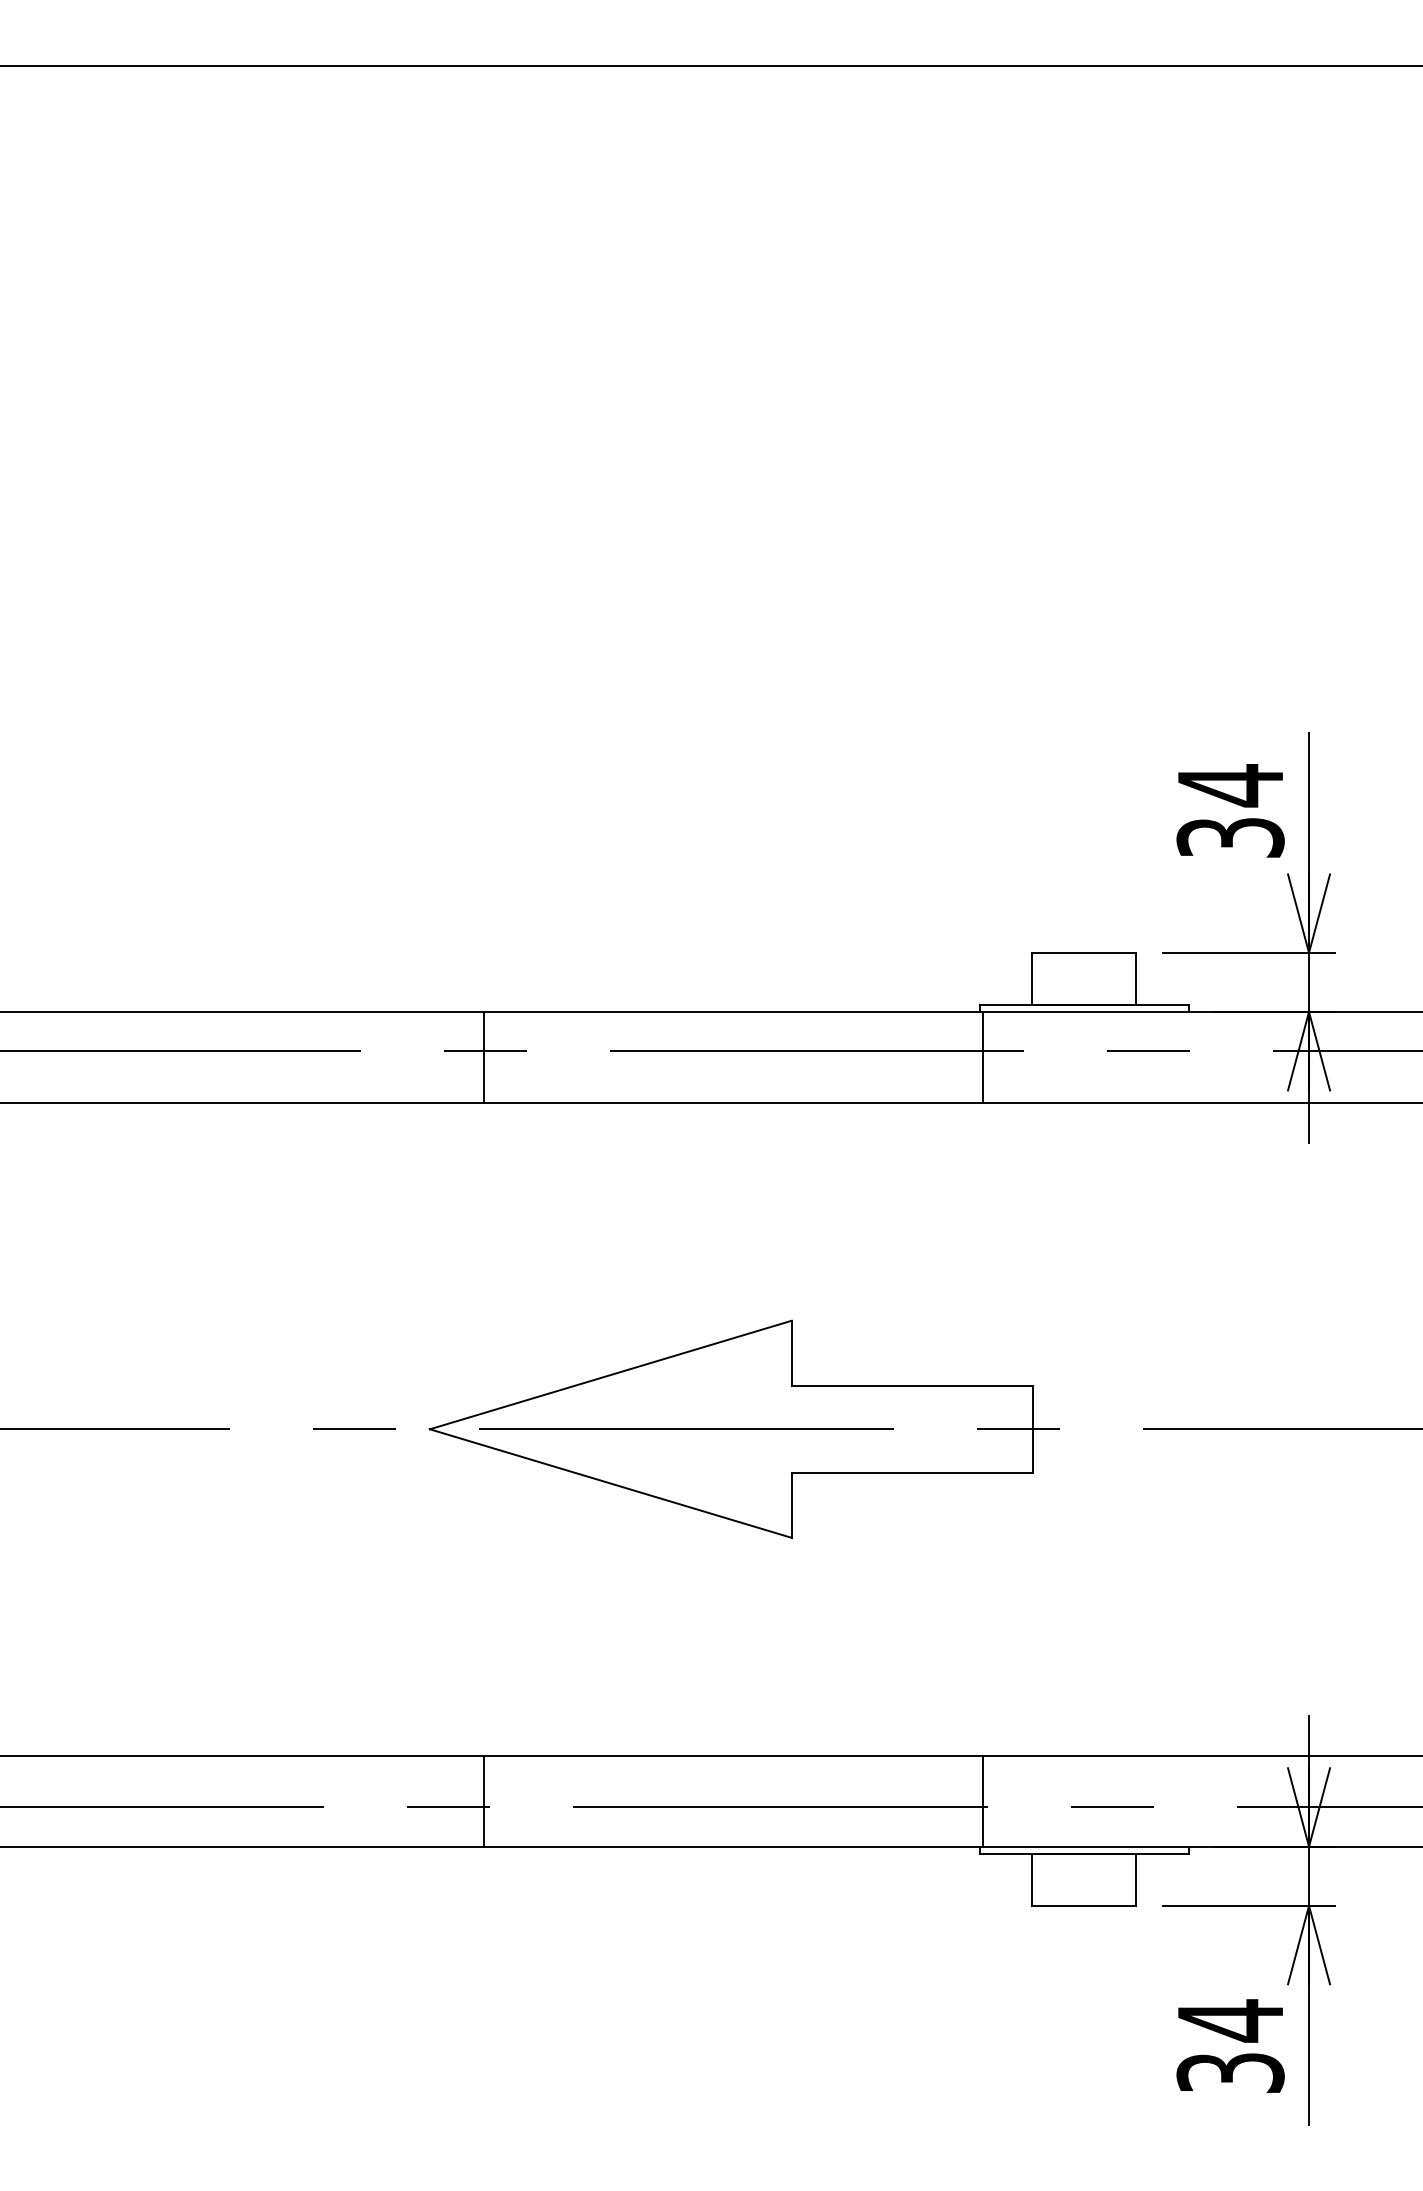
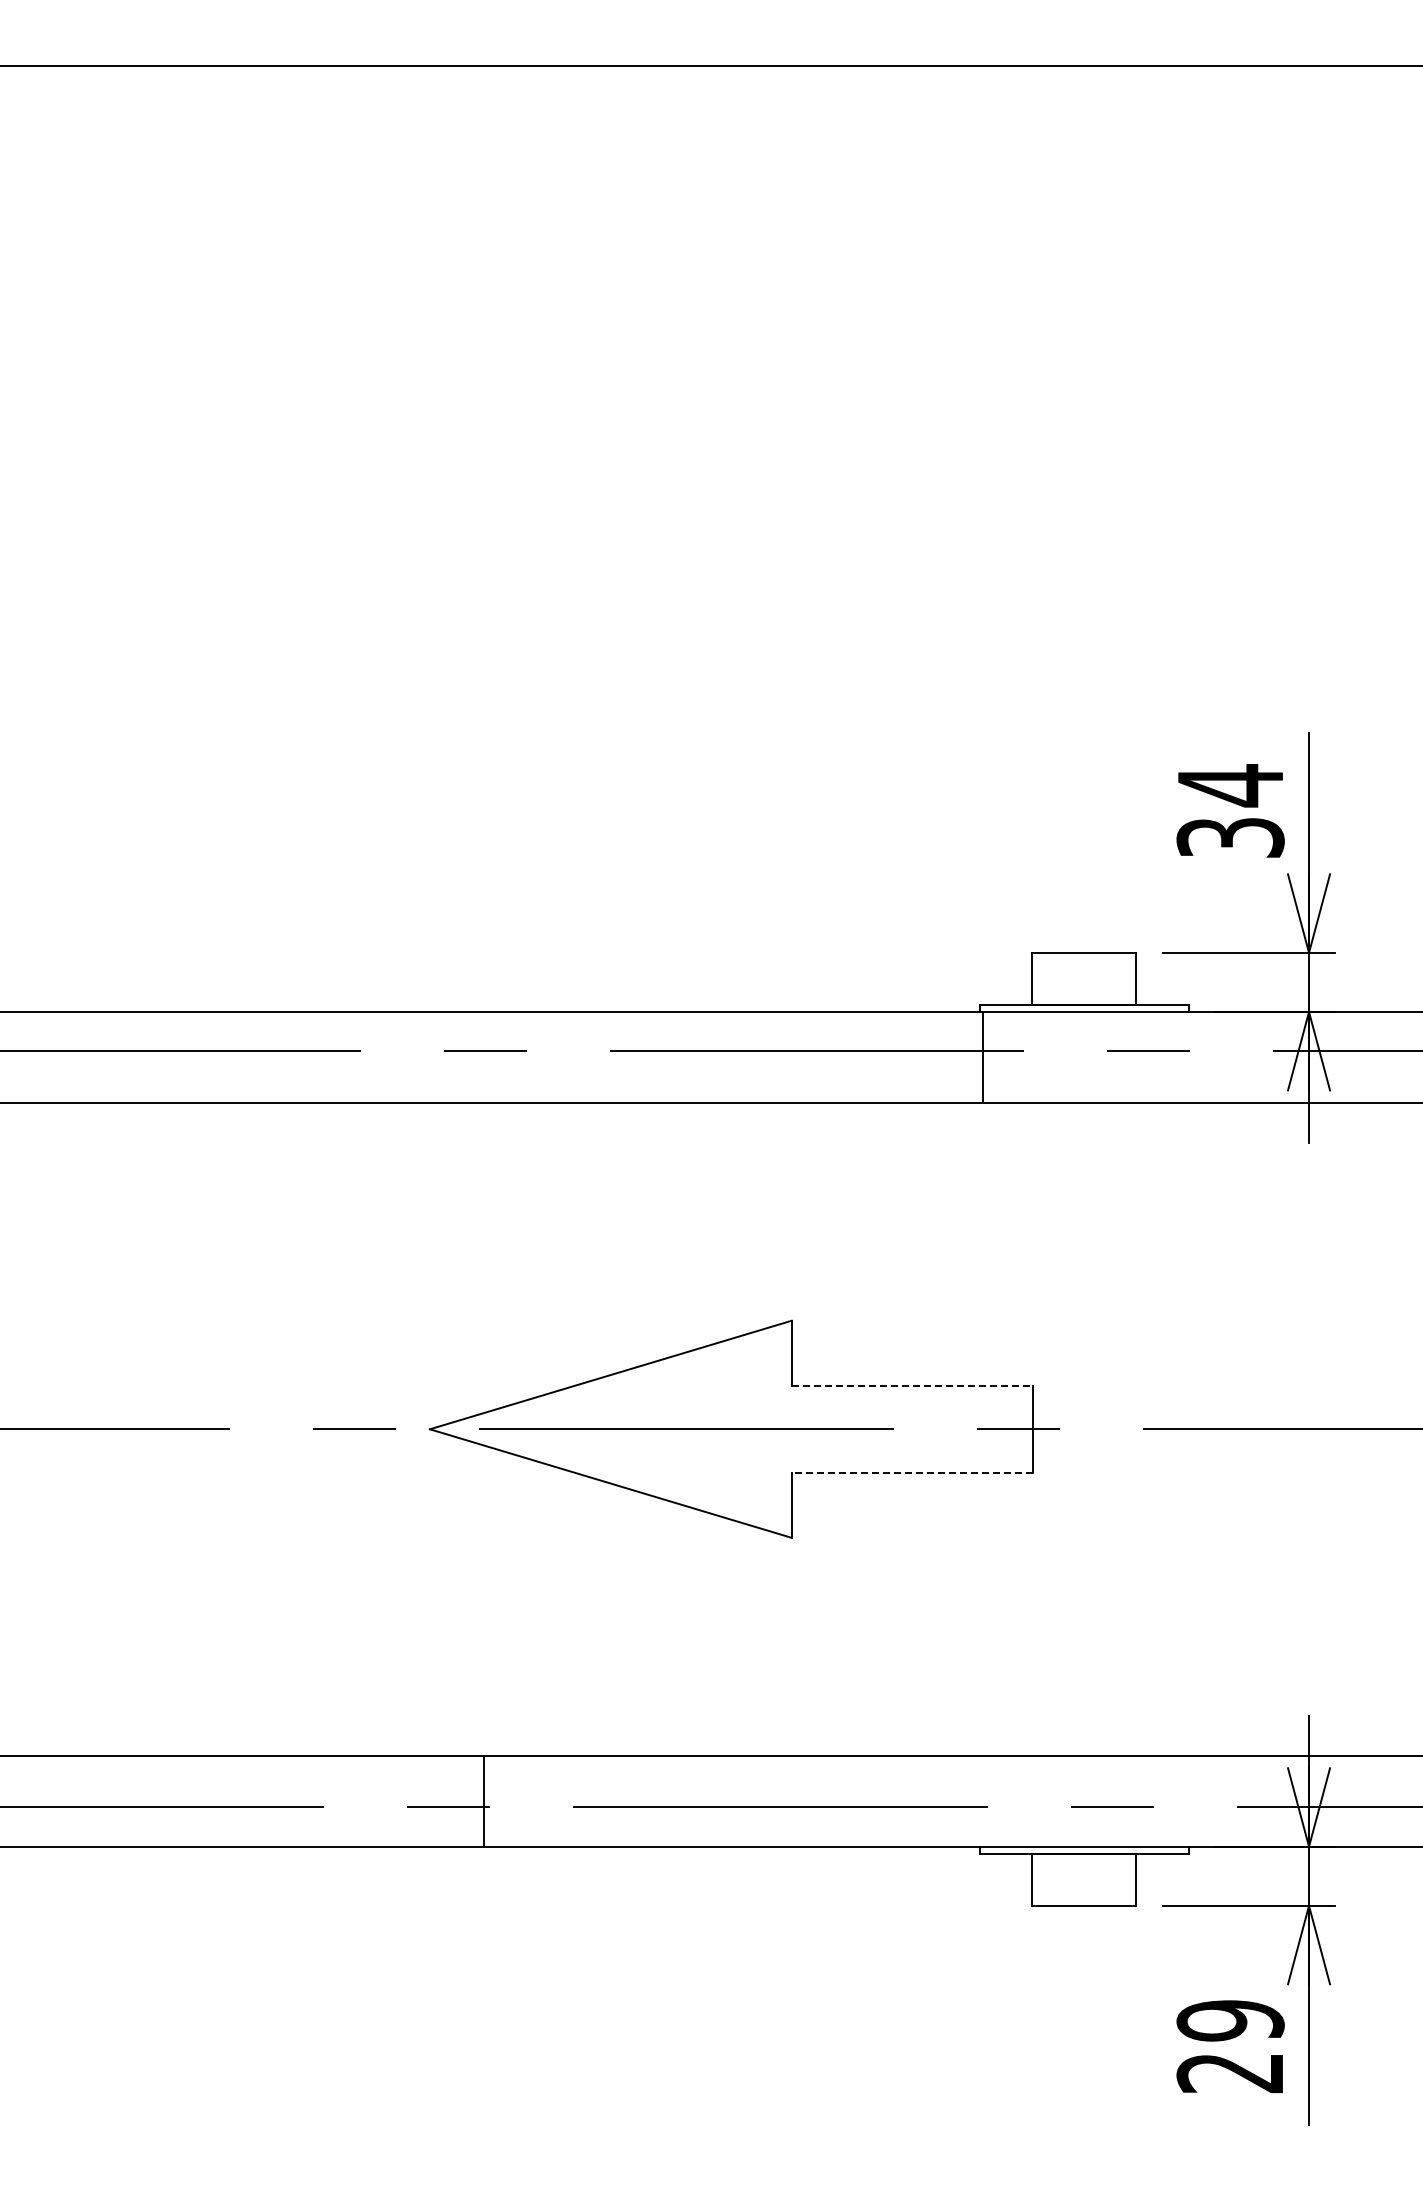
line at (483, 1056): present -> none
line at (912, 1385): solid -> dashed
line at (912, 1472): solid -> dashed
line at (983, 1800): present -> none
text at (1230, 2046): 34 -> 29
